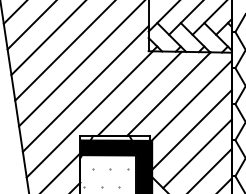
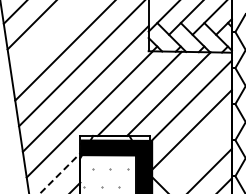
line at (47, 38): present -> none
line at (197, 153): present -> none
line at (60, 173): solid -> dashed
